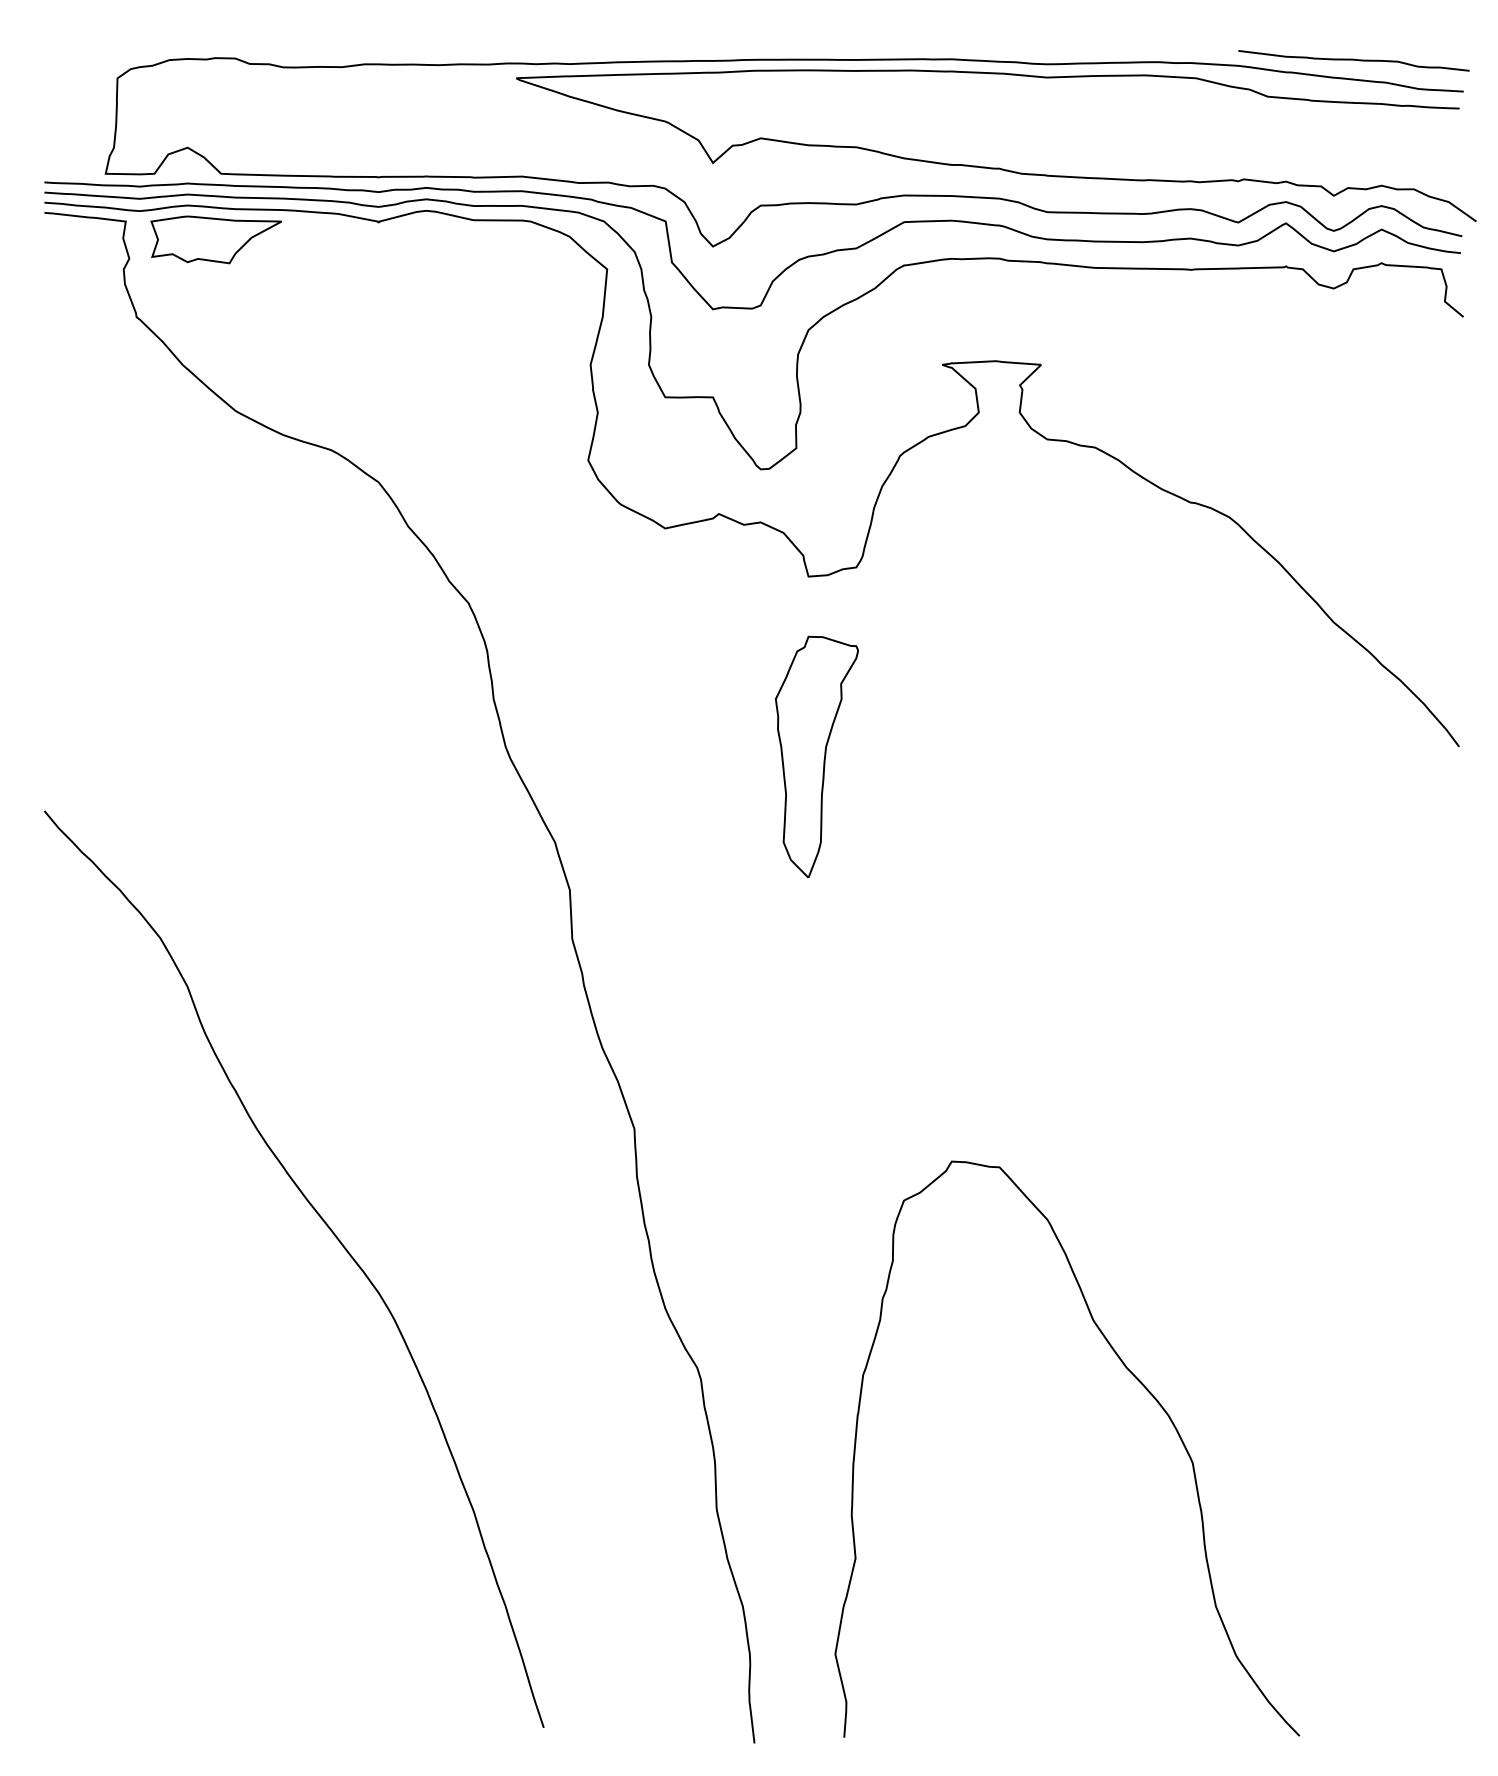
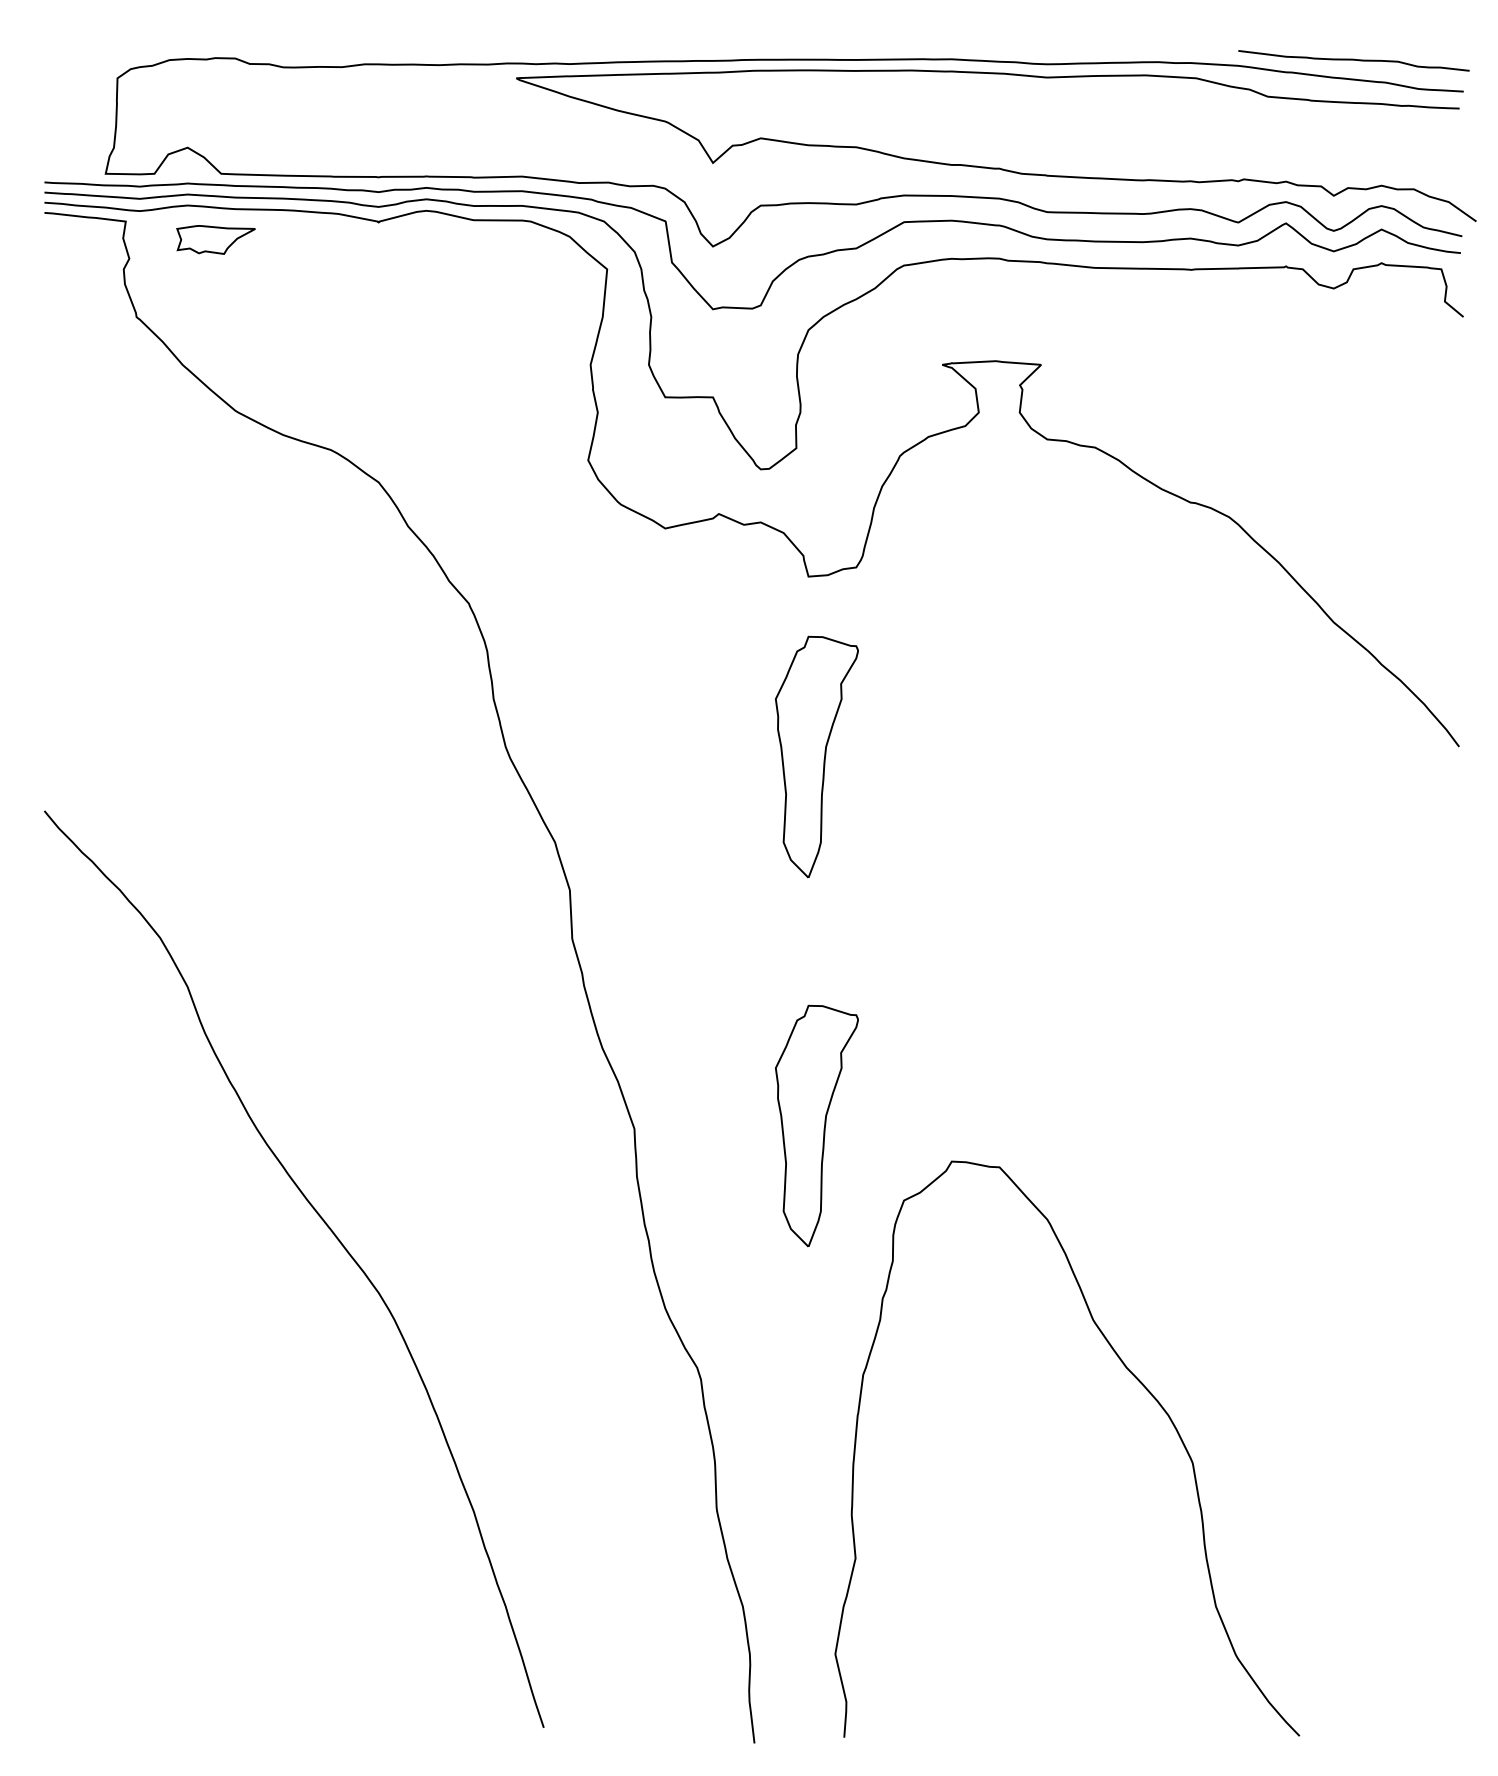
part at (215, 239) size: 132x50 px -> 80x30 px
part at (816, 1125): none -> present
